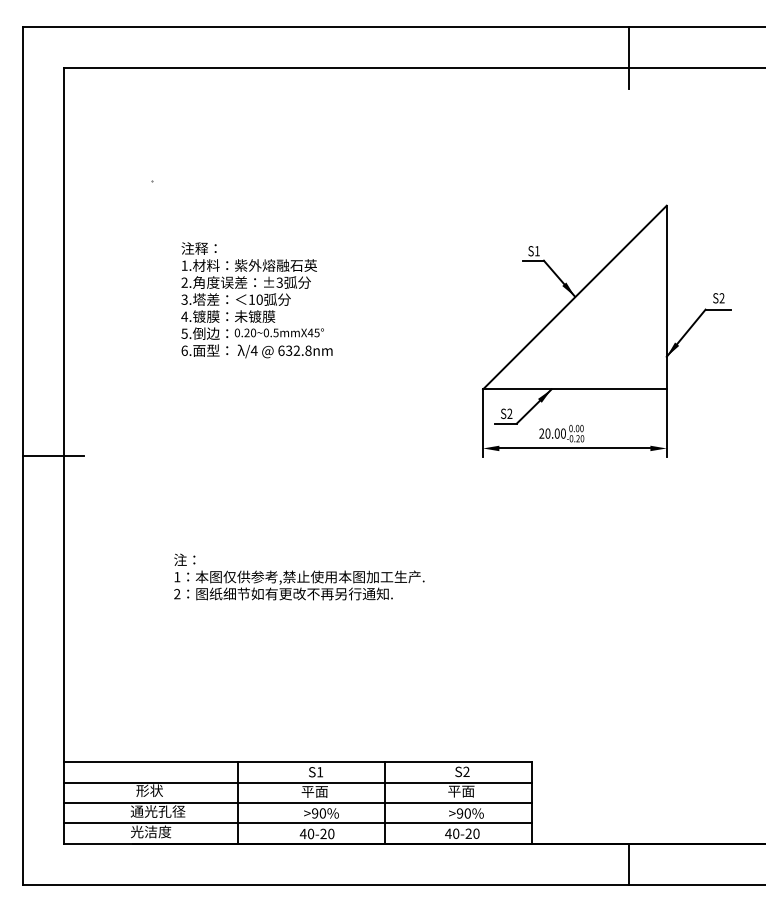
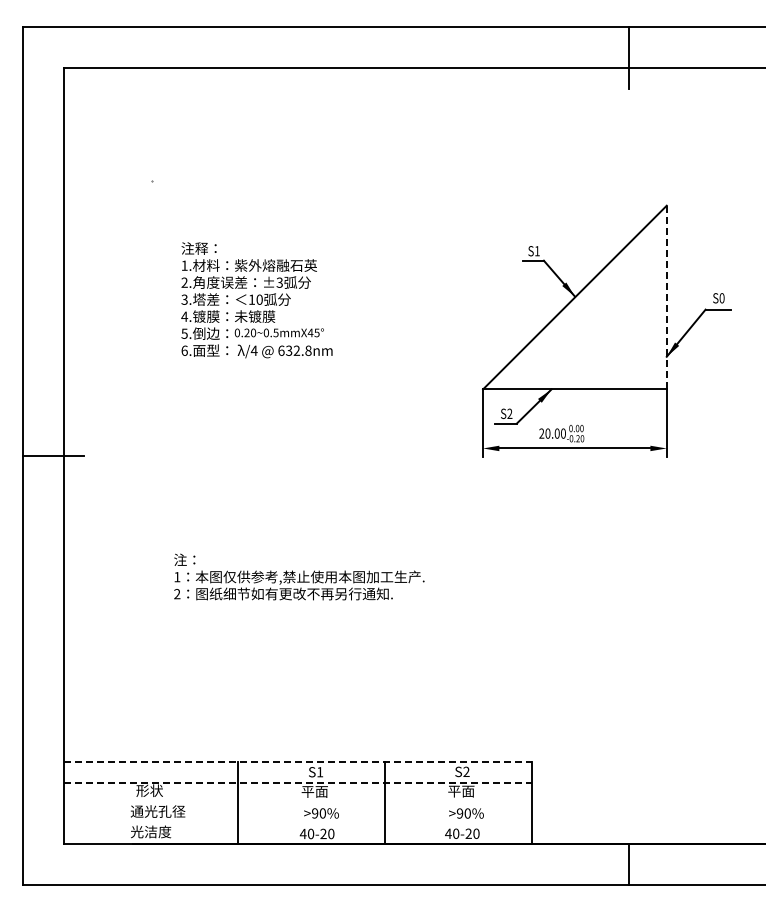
line at (666, 297): solid -> dashed
text at (721, 298): S2 -> S0
line at (298, 762): solid -> dashed
line at (298, 782): solid -> dashed
line at (298, 802): present -> none
line at (298, 823): present -> none
